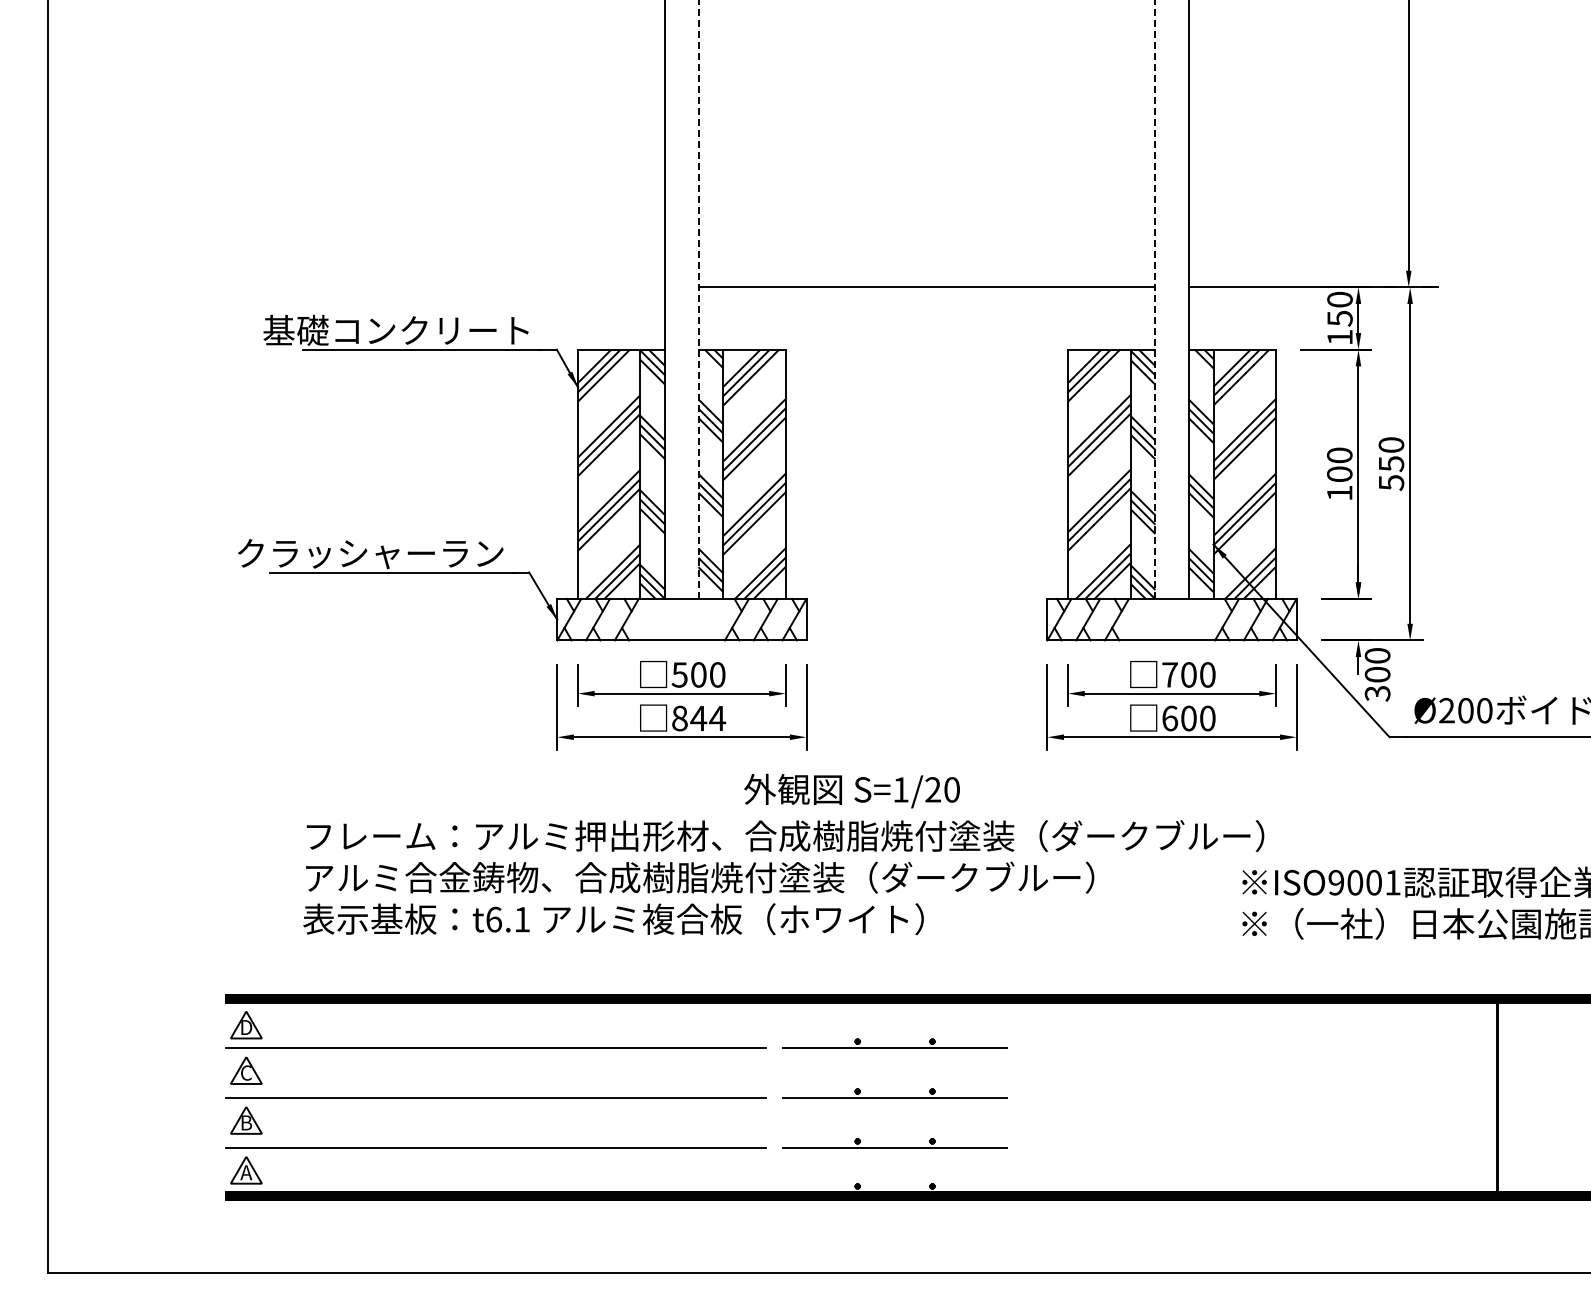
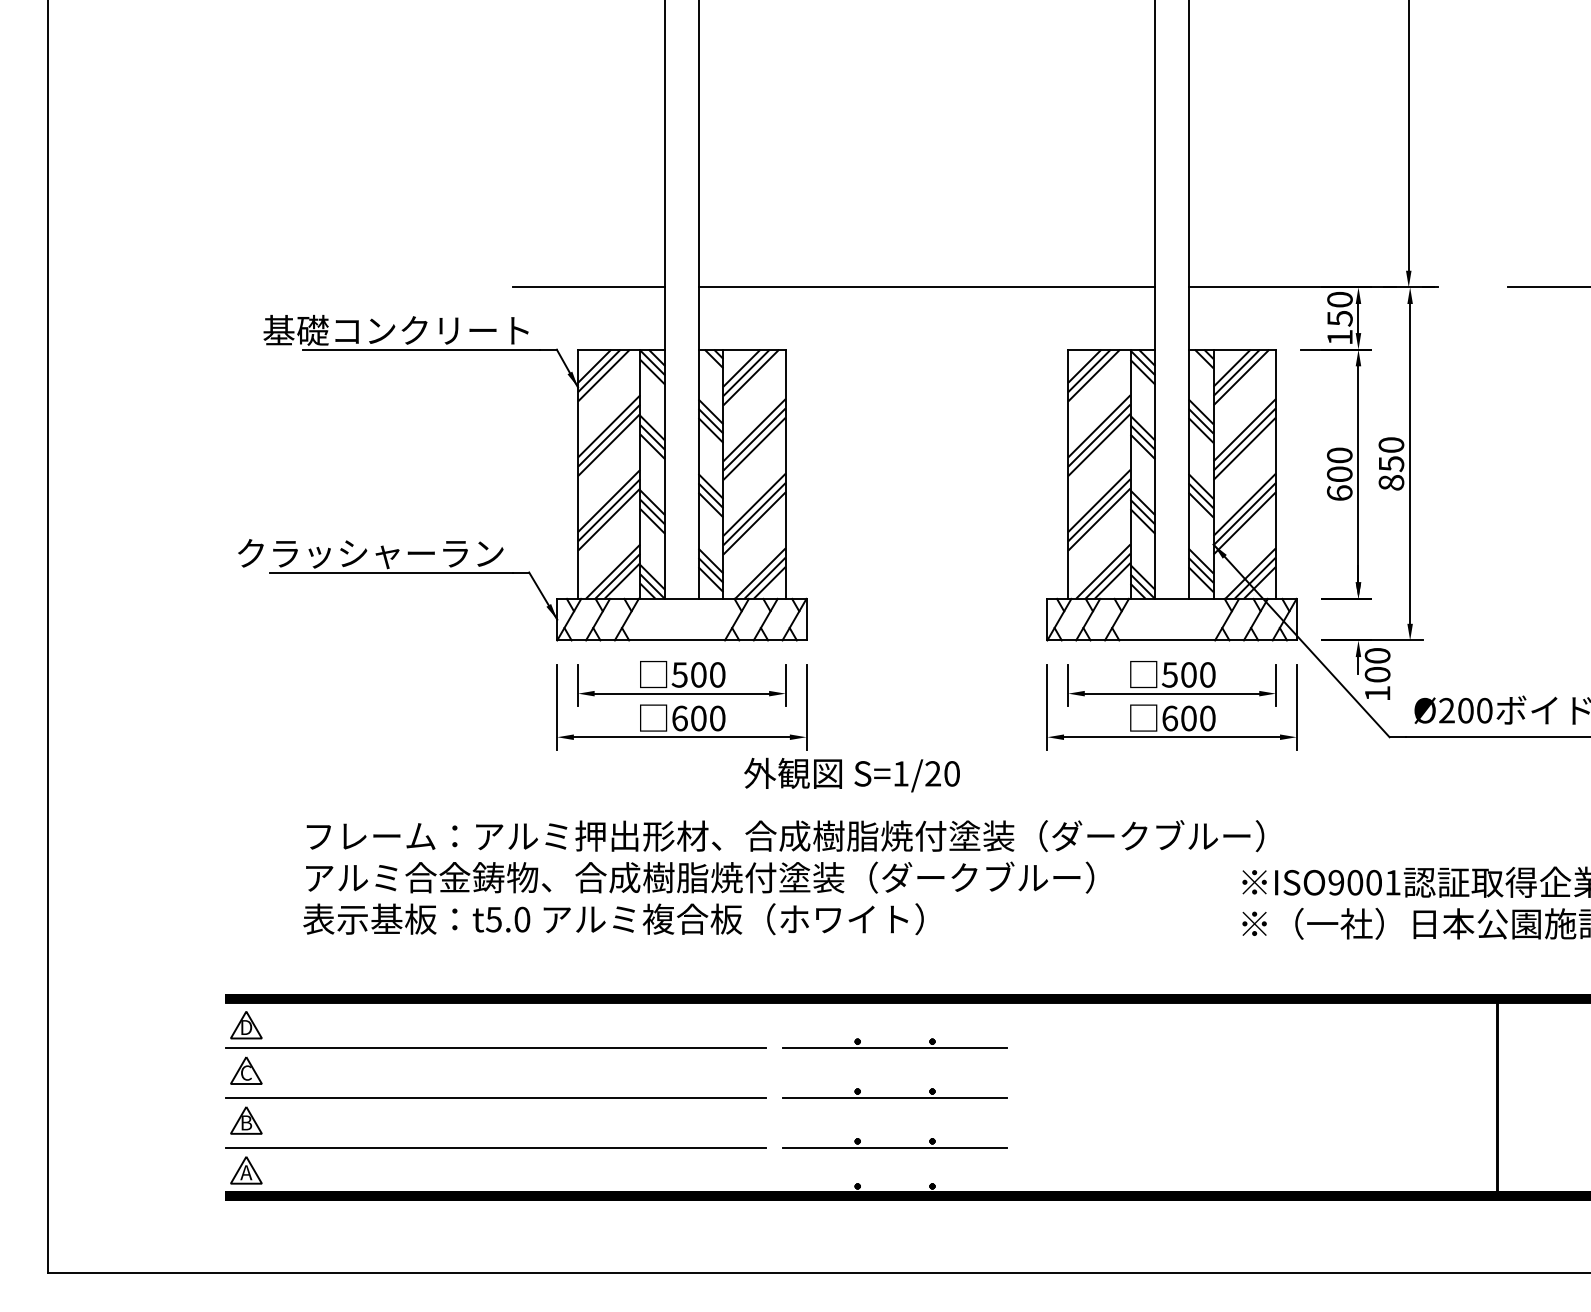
line at (589, 287): none -> present
line at (1547, 287): none -> present
line at (698, 299): dashed -> solid
line at (1155, 299): dashed -> solid
text at (1391, 482): 550 -> 850
text at (1339, 492): 100 -> 600
text at (1169, 674): 700 -> 500
text at (1377, 693): 300 -> 100
text at (699, 718): 844 -> 600
text at (851, 790) position: (851, 790) -> (851, 774)
text at (507, 919): t6.1 -> t5.0
